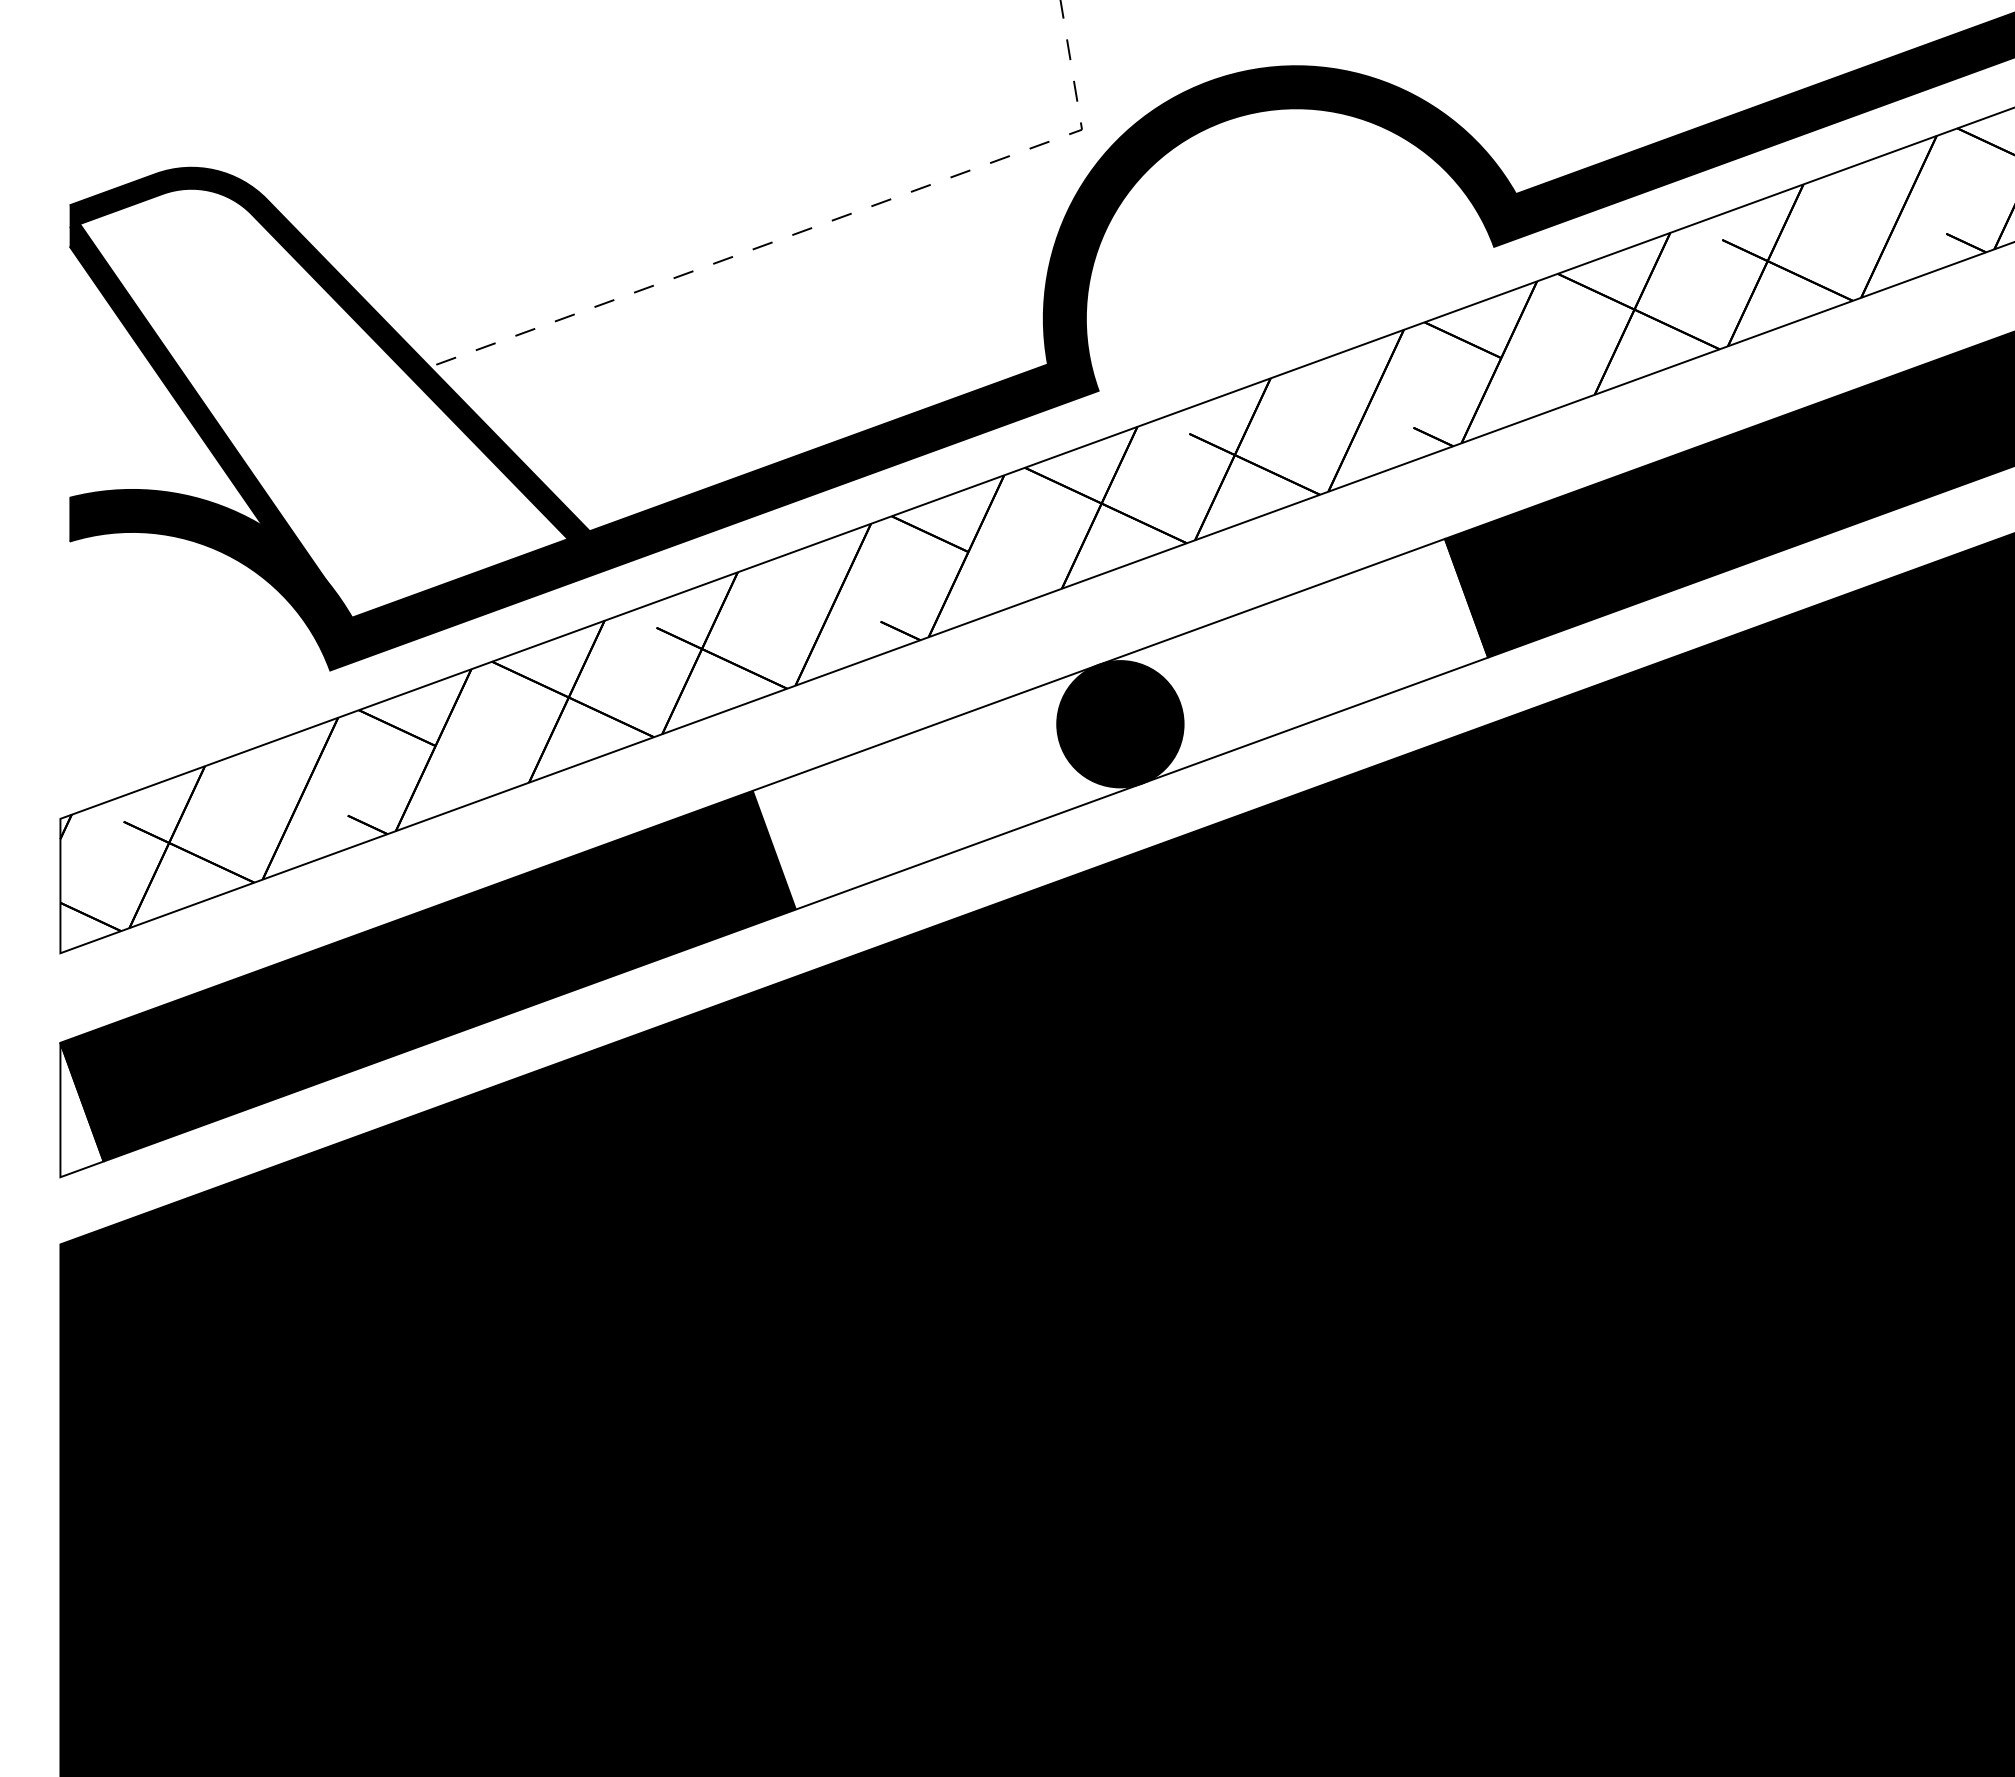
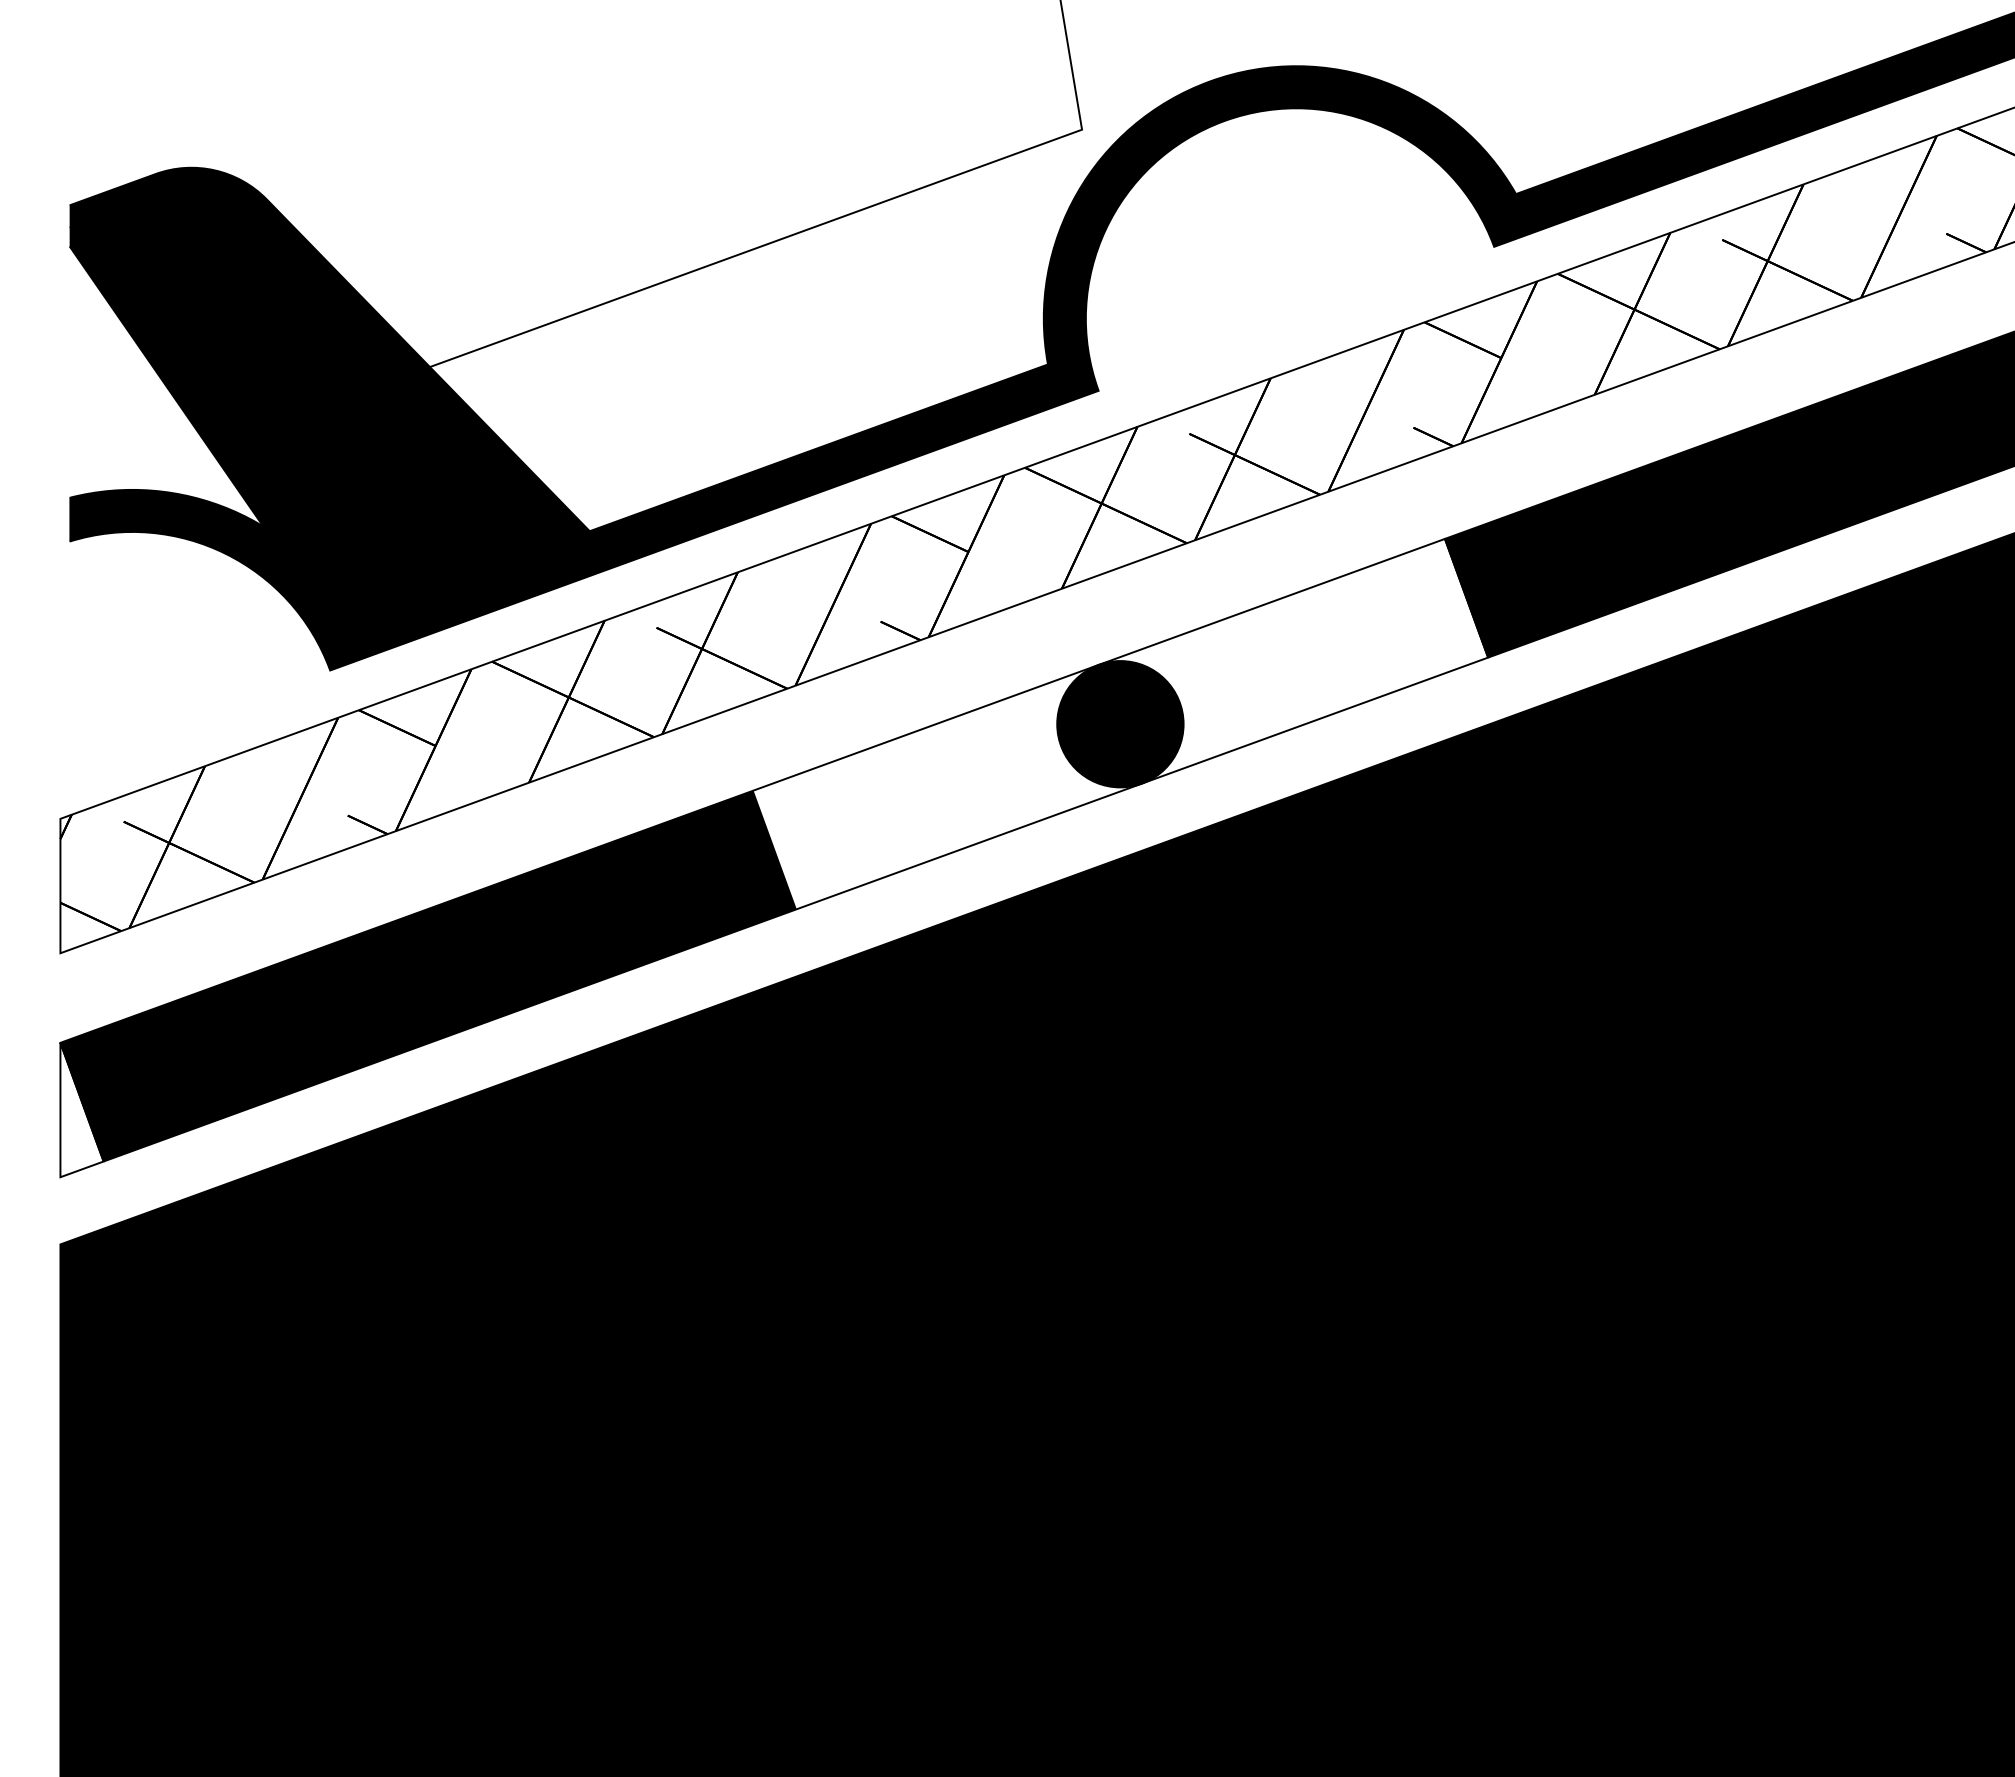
line at (818, 225): dashed -> solid
fill at (323, 402): none -> present
